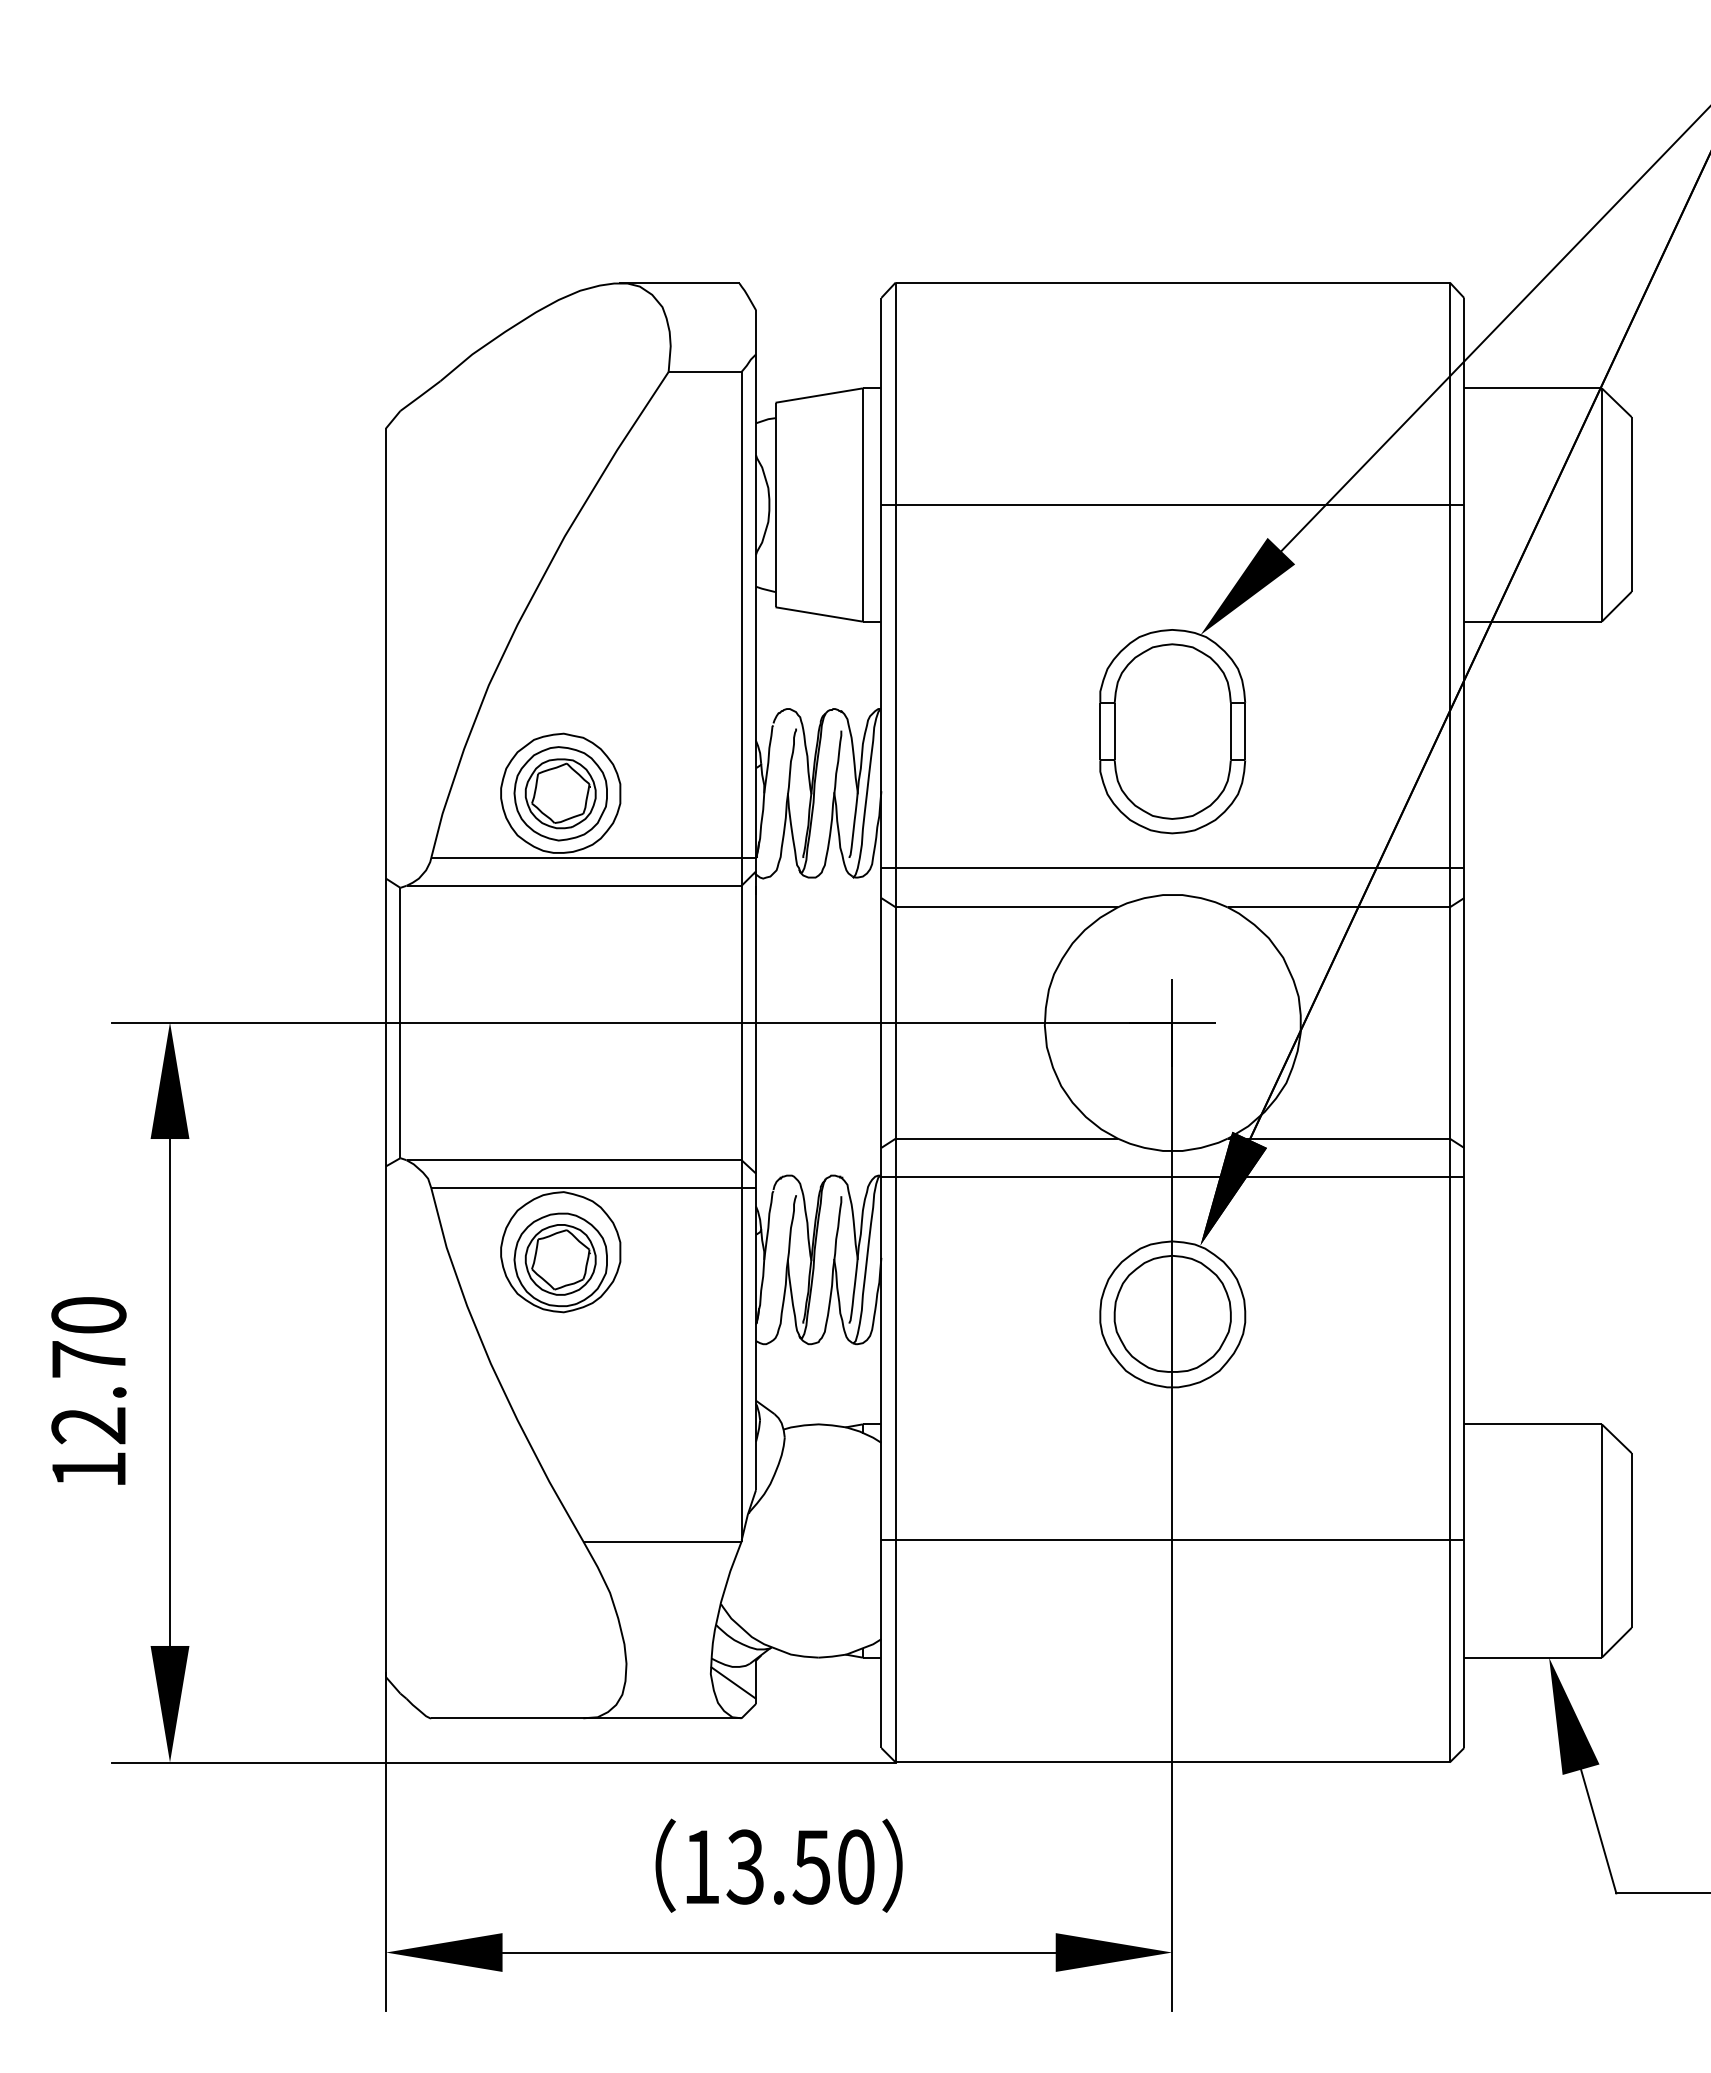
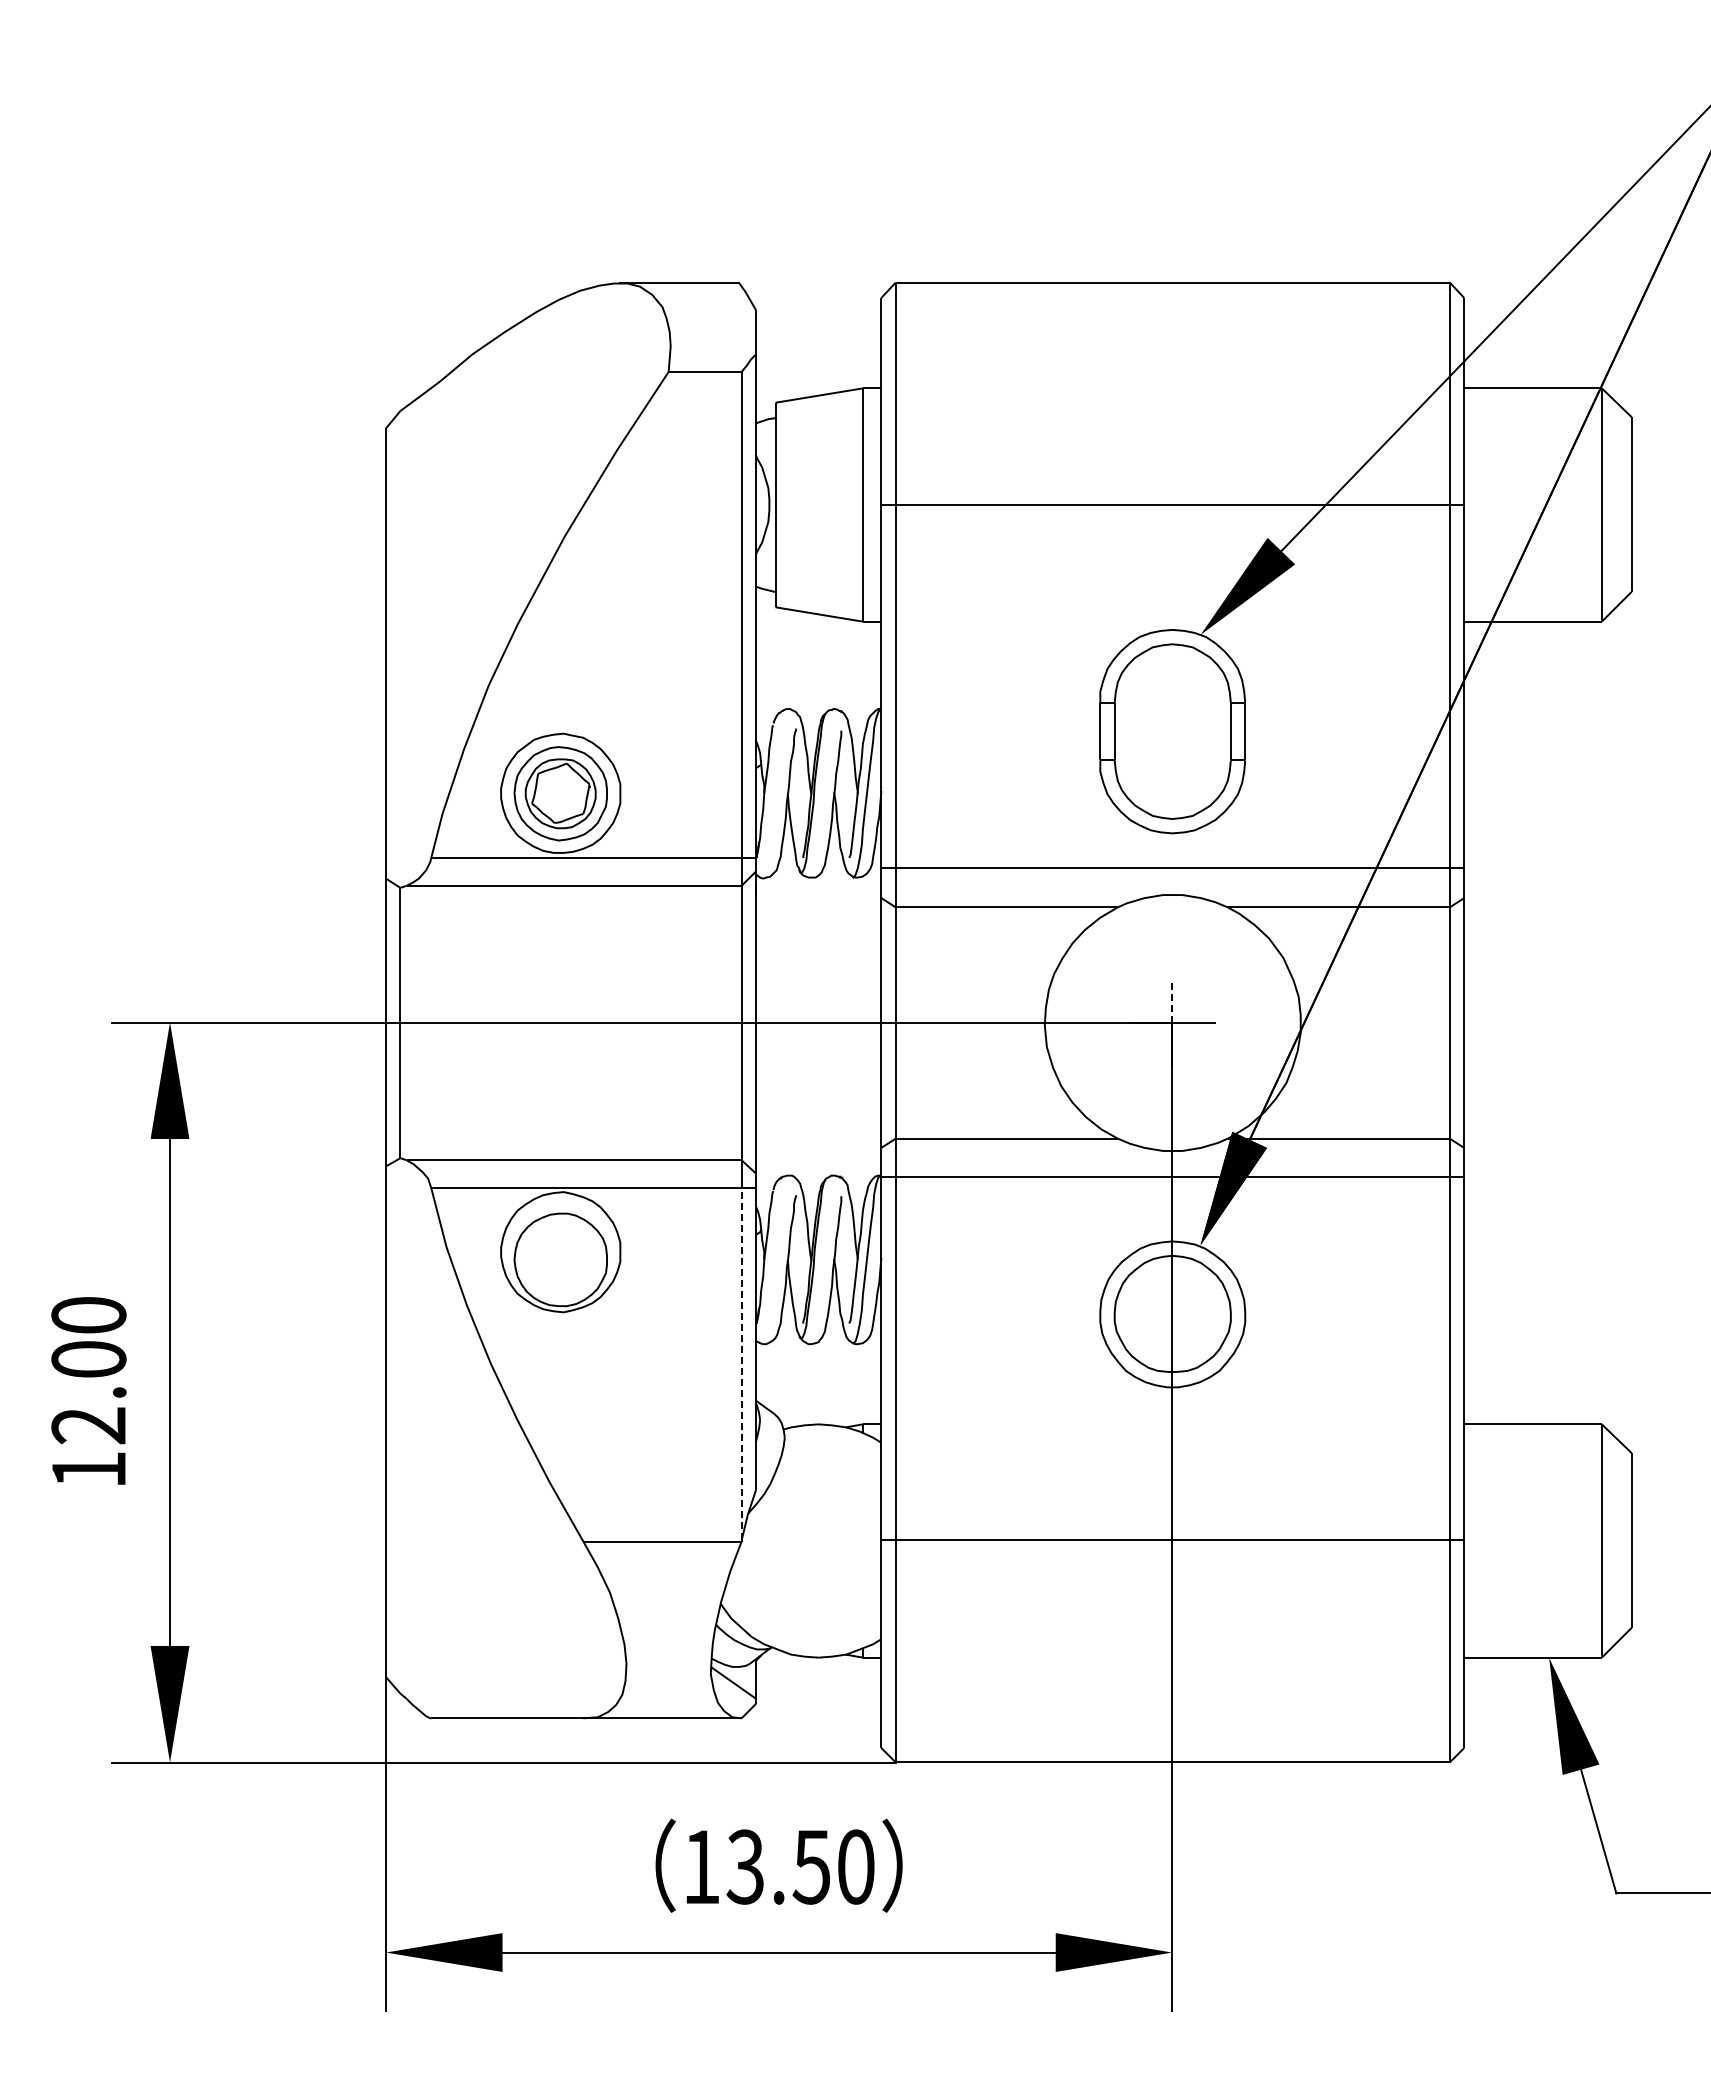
line at (1172, 1000): solid -> dashed
part at (560, 1259): present -> none
text at (88, 1359): 12.70 -> 12.00
line at (741, 1363): solid -> dashed
